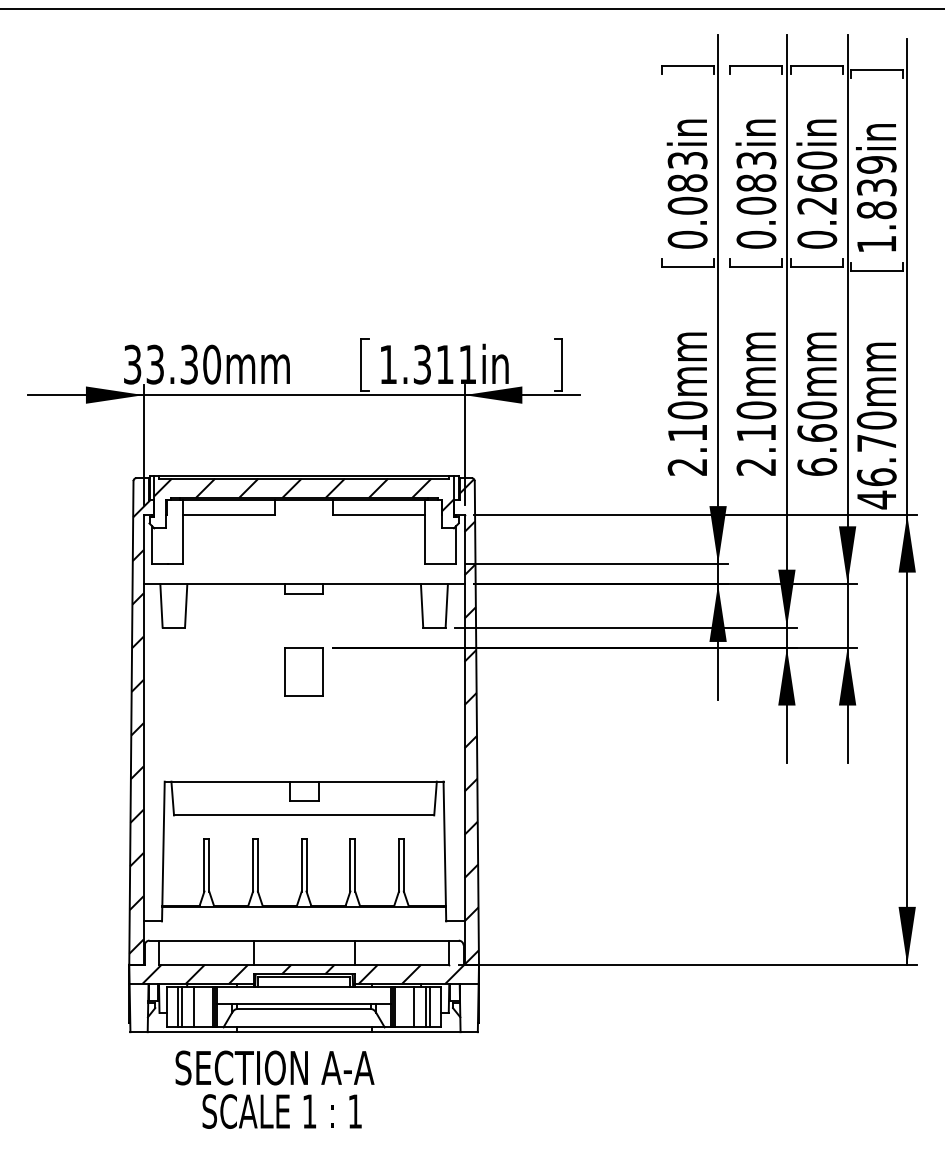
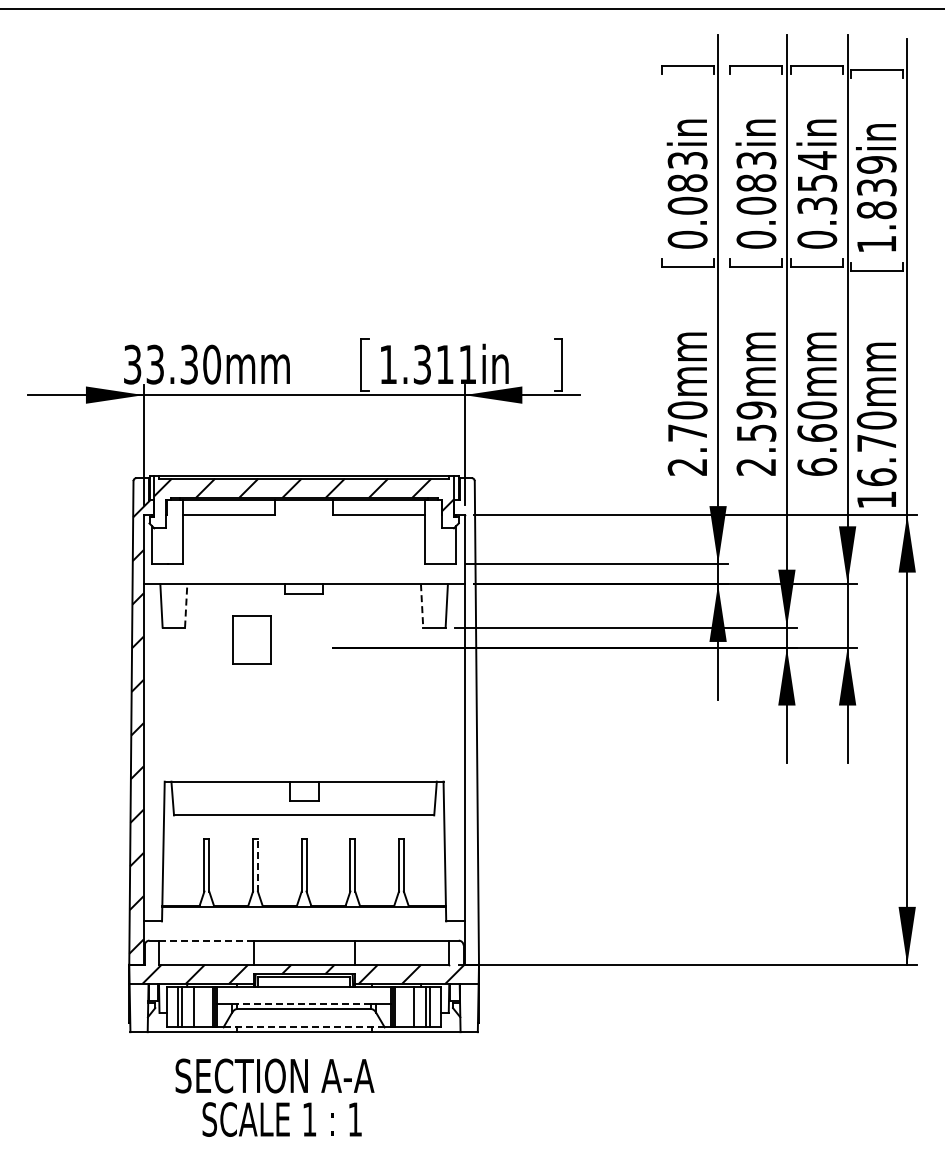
text at (817, 182): 0.260in -> 0.354in
text at (756, 421): 2.10mm -> 2.59mm
text at (687, 432): 2.10mm -> 2.70mm
text at (876, 499): 46.70mm -> 16.70mm
line at (186, 605): solid -> dashed
line at (422, 605): solid -> dashed
part at (303, 671) position: (303, 671) -> (251, 639)
hatch at (468, 721): present -> none
line at (257, 864): solid -> dashed
line at (206, 940): solid -> dashed
line at (304, 1004): solid -> dashed
line at (304, 1027): solid -> dashed
text at (274, 1089) position: (274, 1089) -> (274, 1097)
